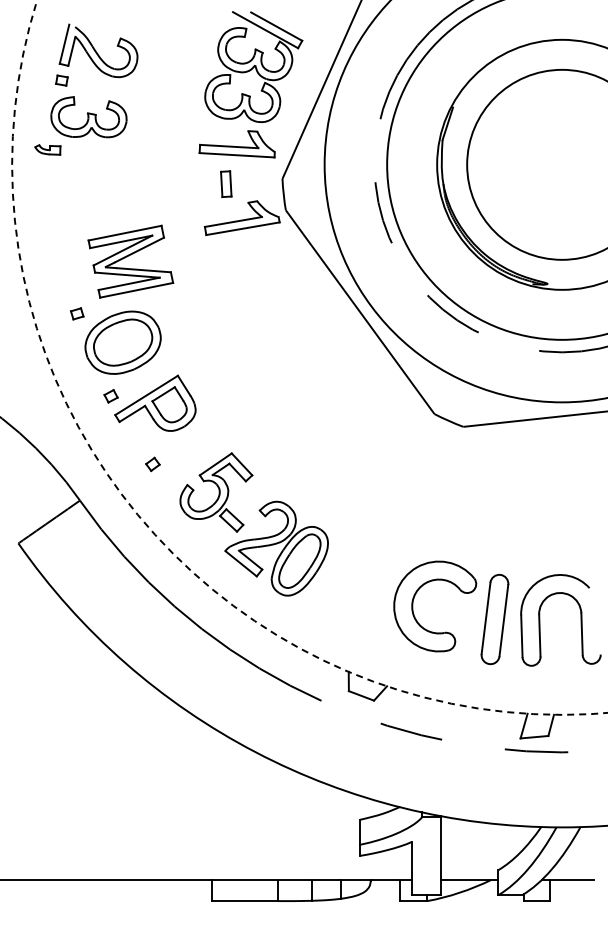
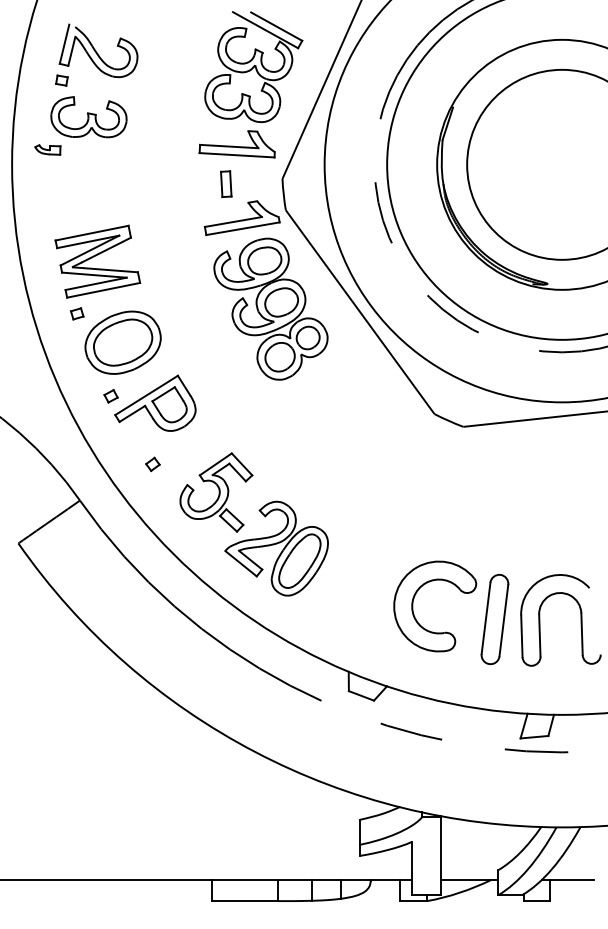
part at (130, 261) position: (130, 261) -> (97, 261)
part at (270, 308): none -> present
circle at (309, 357): dashed -> solid
